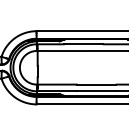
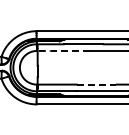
line at (62, 51): solid -> dashed
line at (96, 84): solid -> dashed
